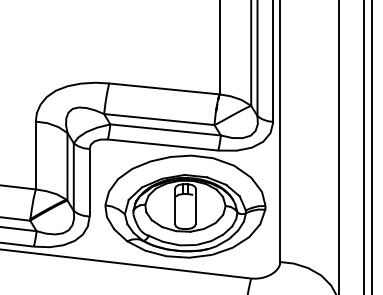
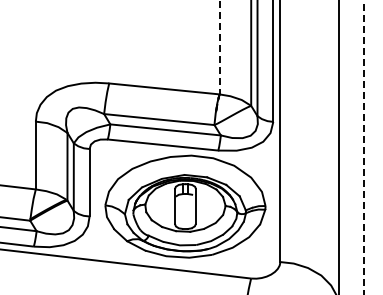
line at (219, 47): solid -> dashed
line at (372, 146): present -> none
line at (363, 147): solid -> dashed
